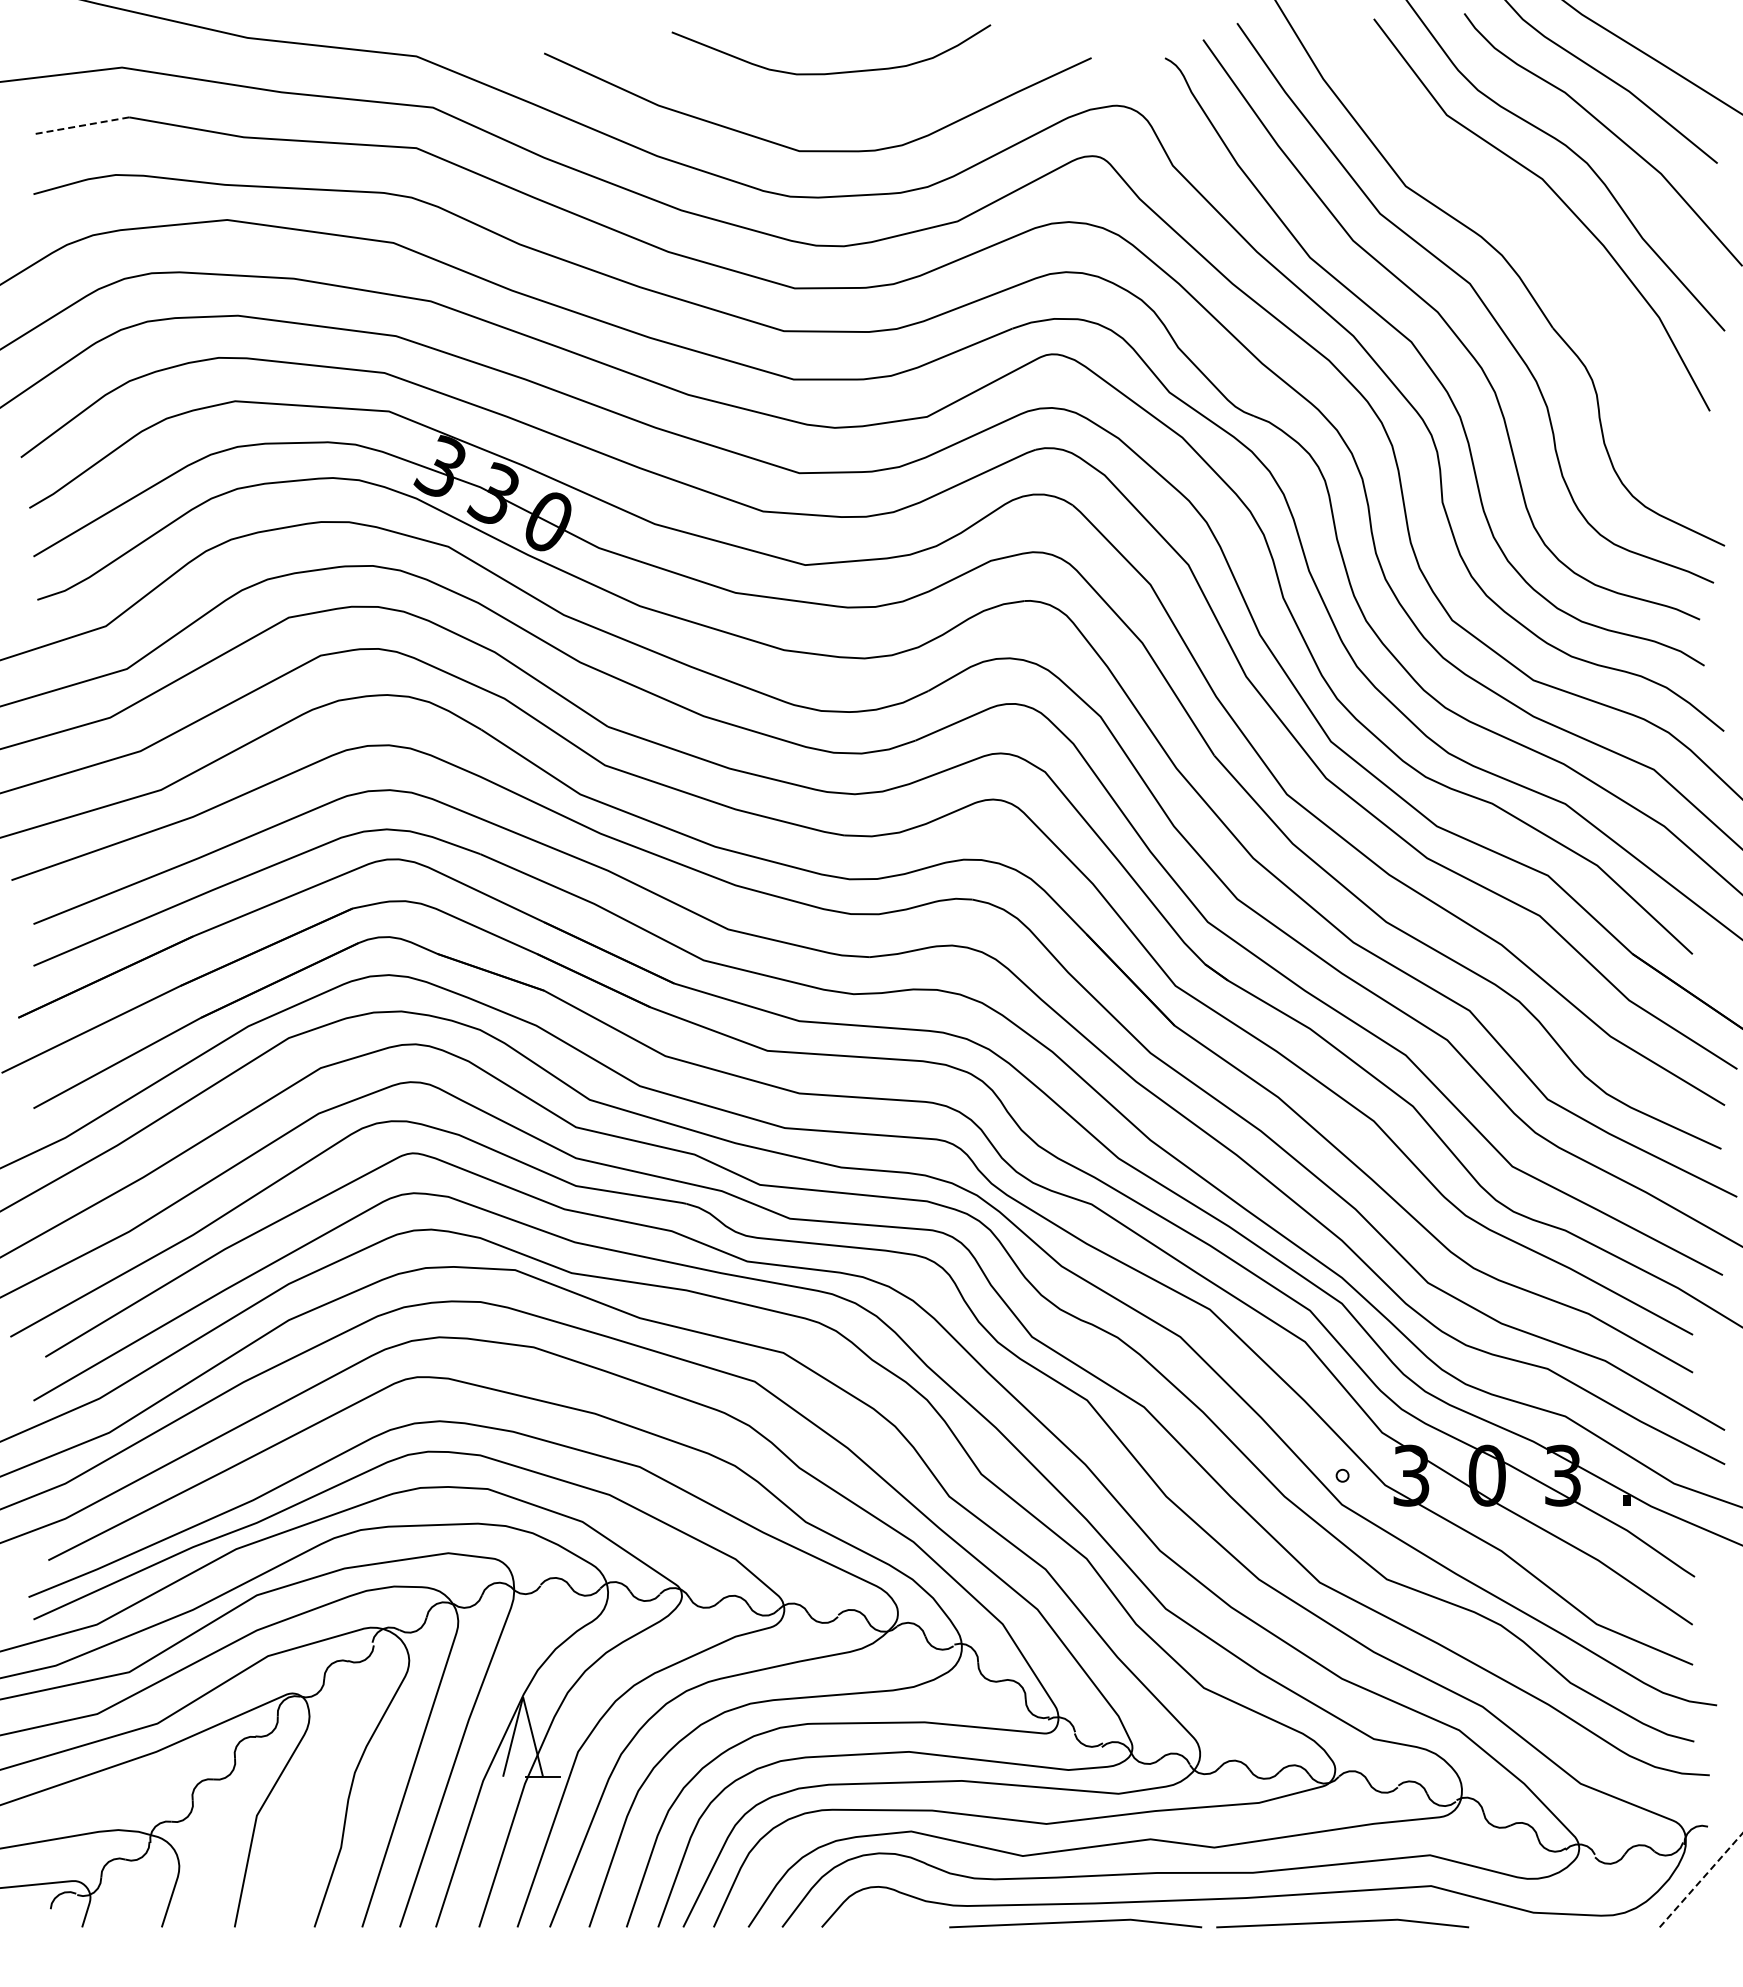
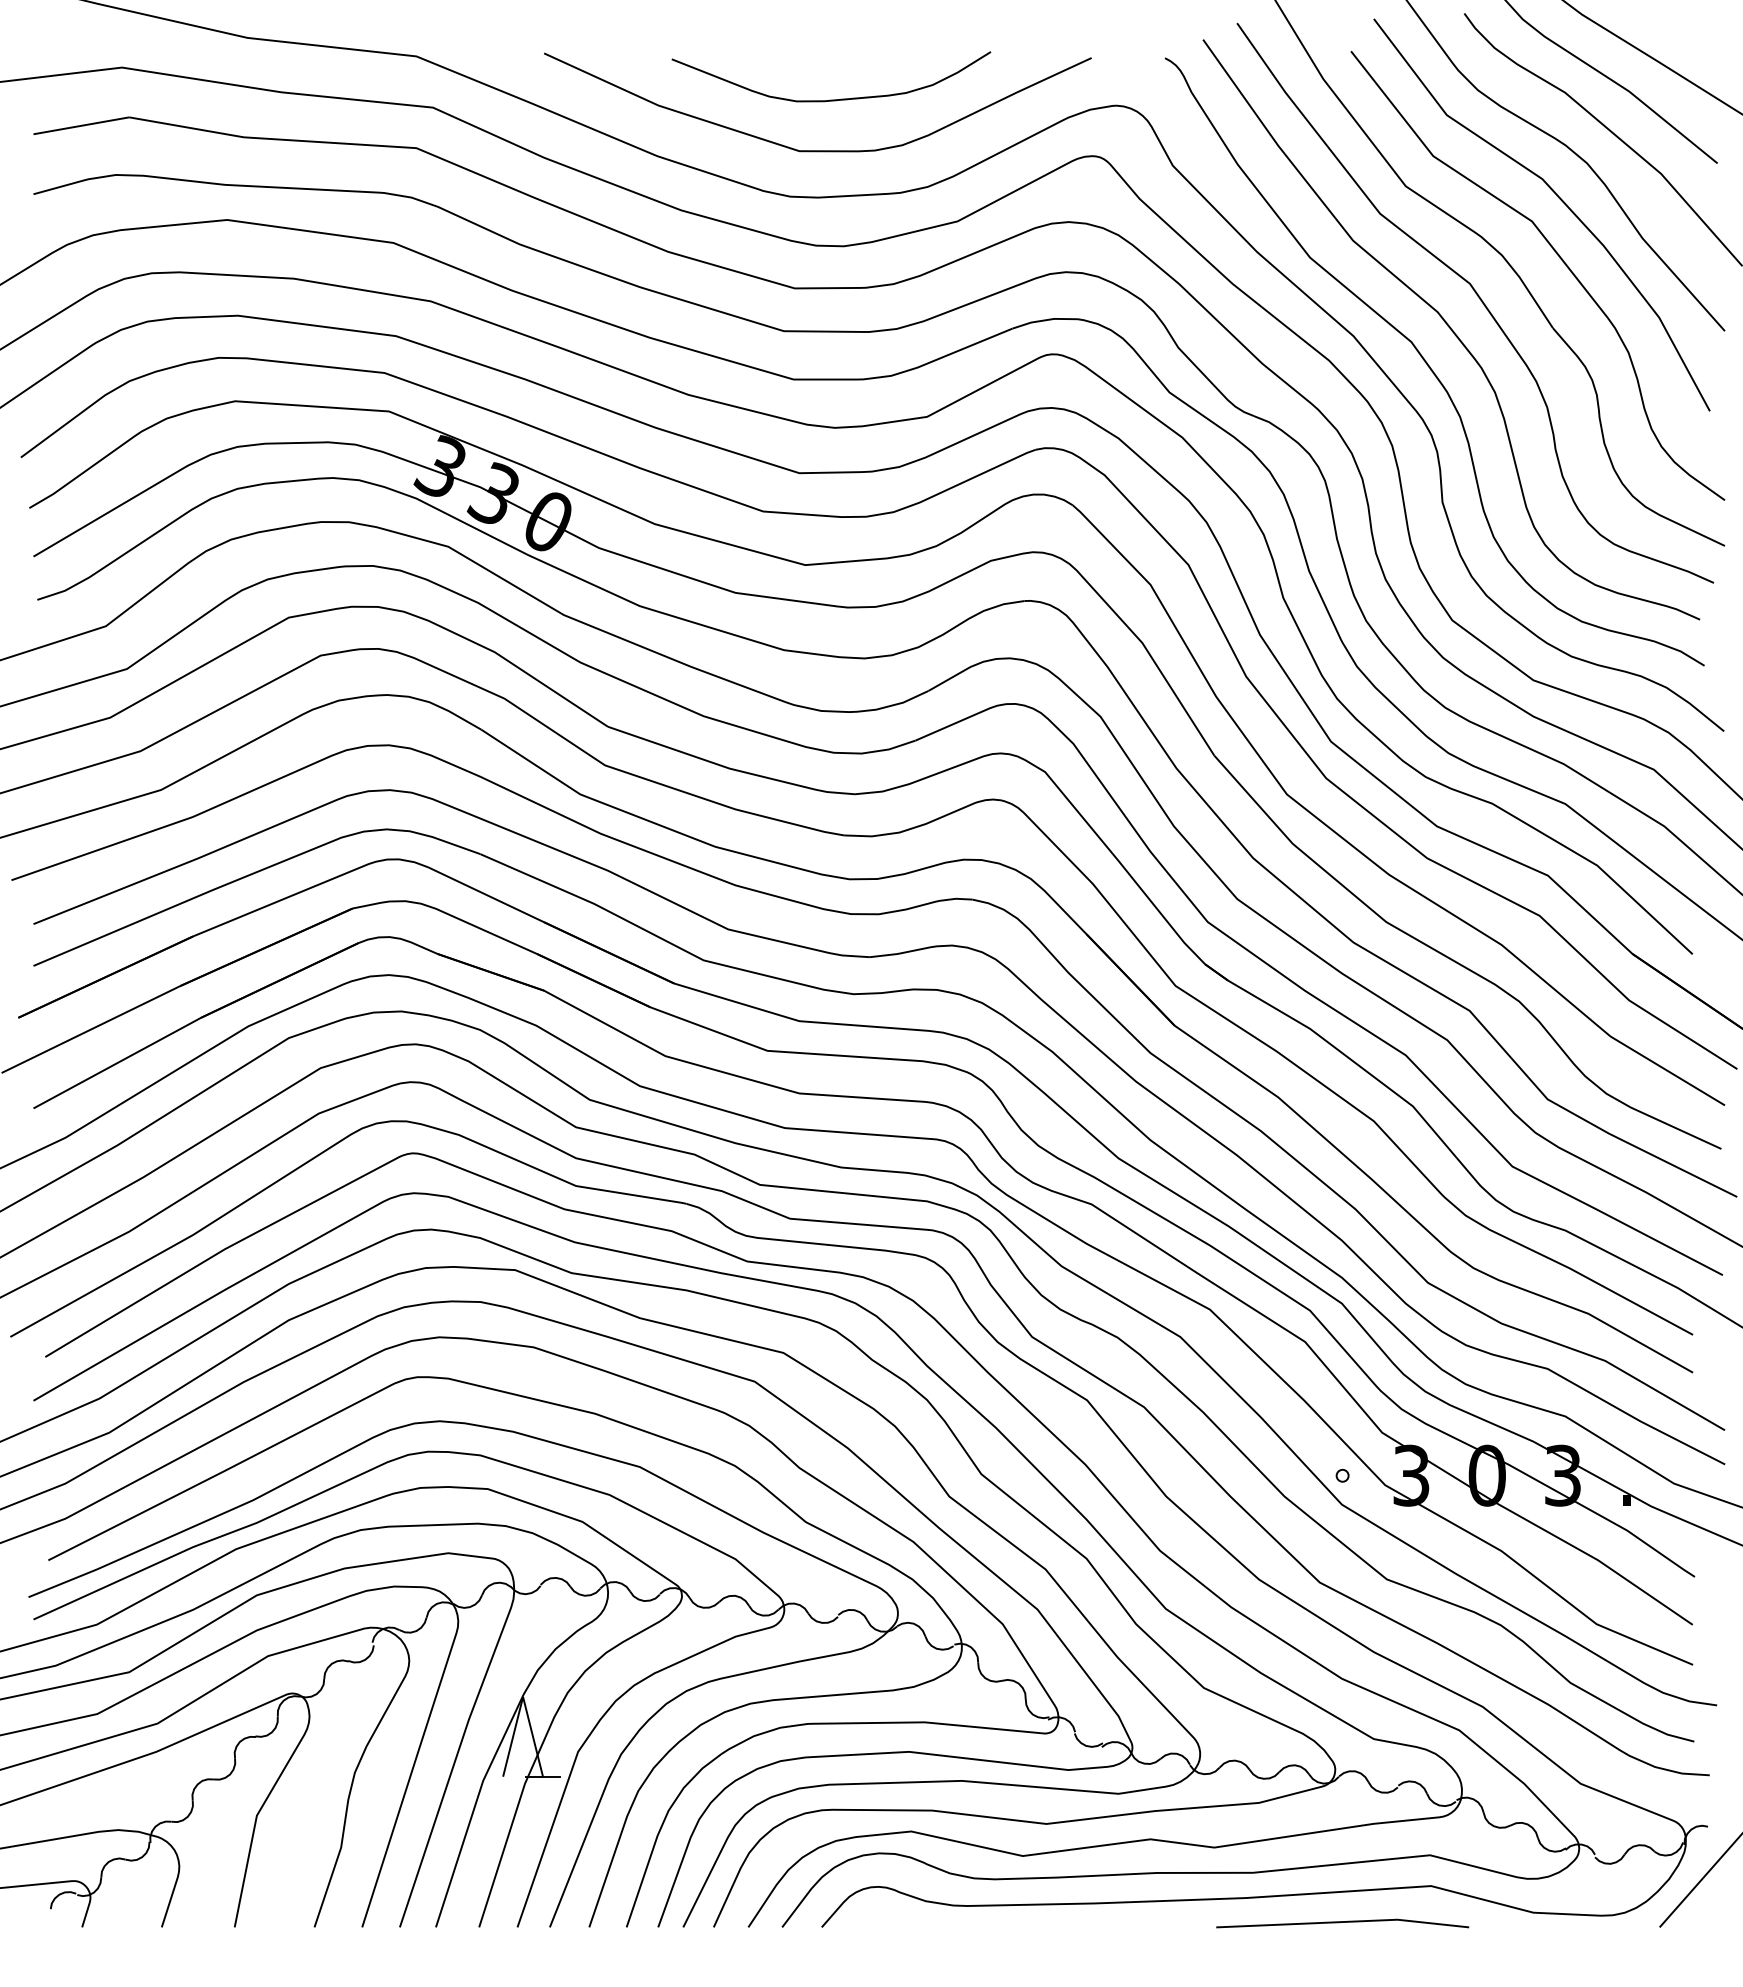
curve at (831, 72) position: (831, 72) -> (831, 99)
line at (81, 125): dashed -> solid
curve at (1559, 258): none -> present
line at (1701, 1880): dashed -> solid
line at (1075, 1922): present -> none
